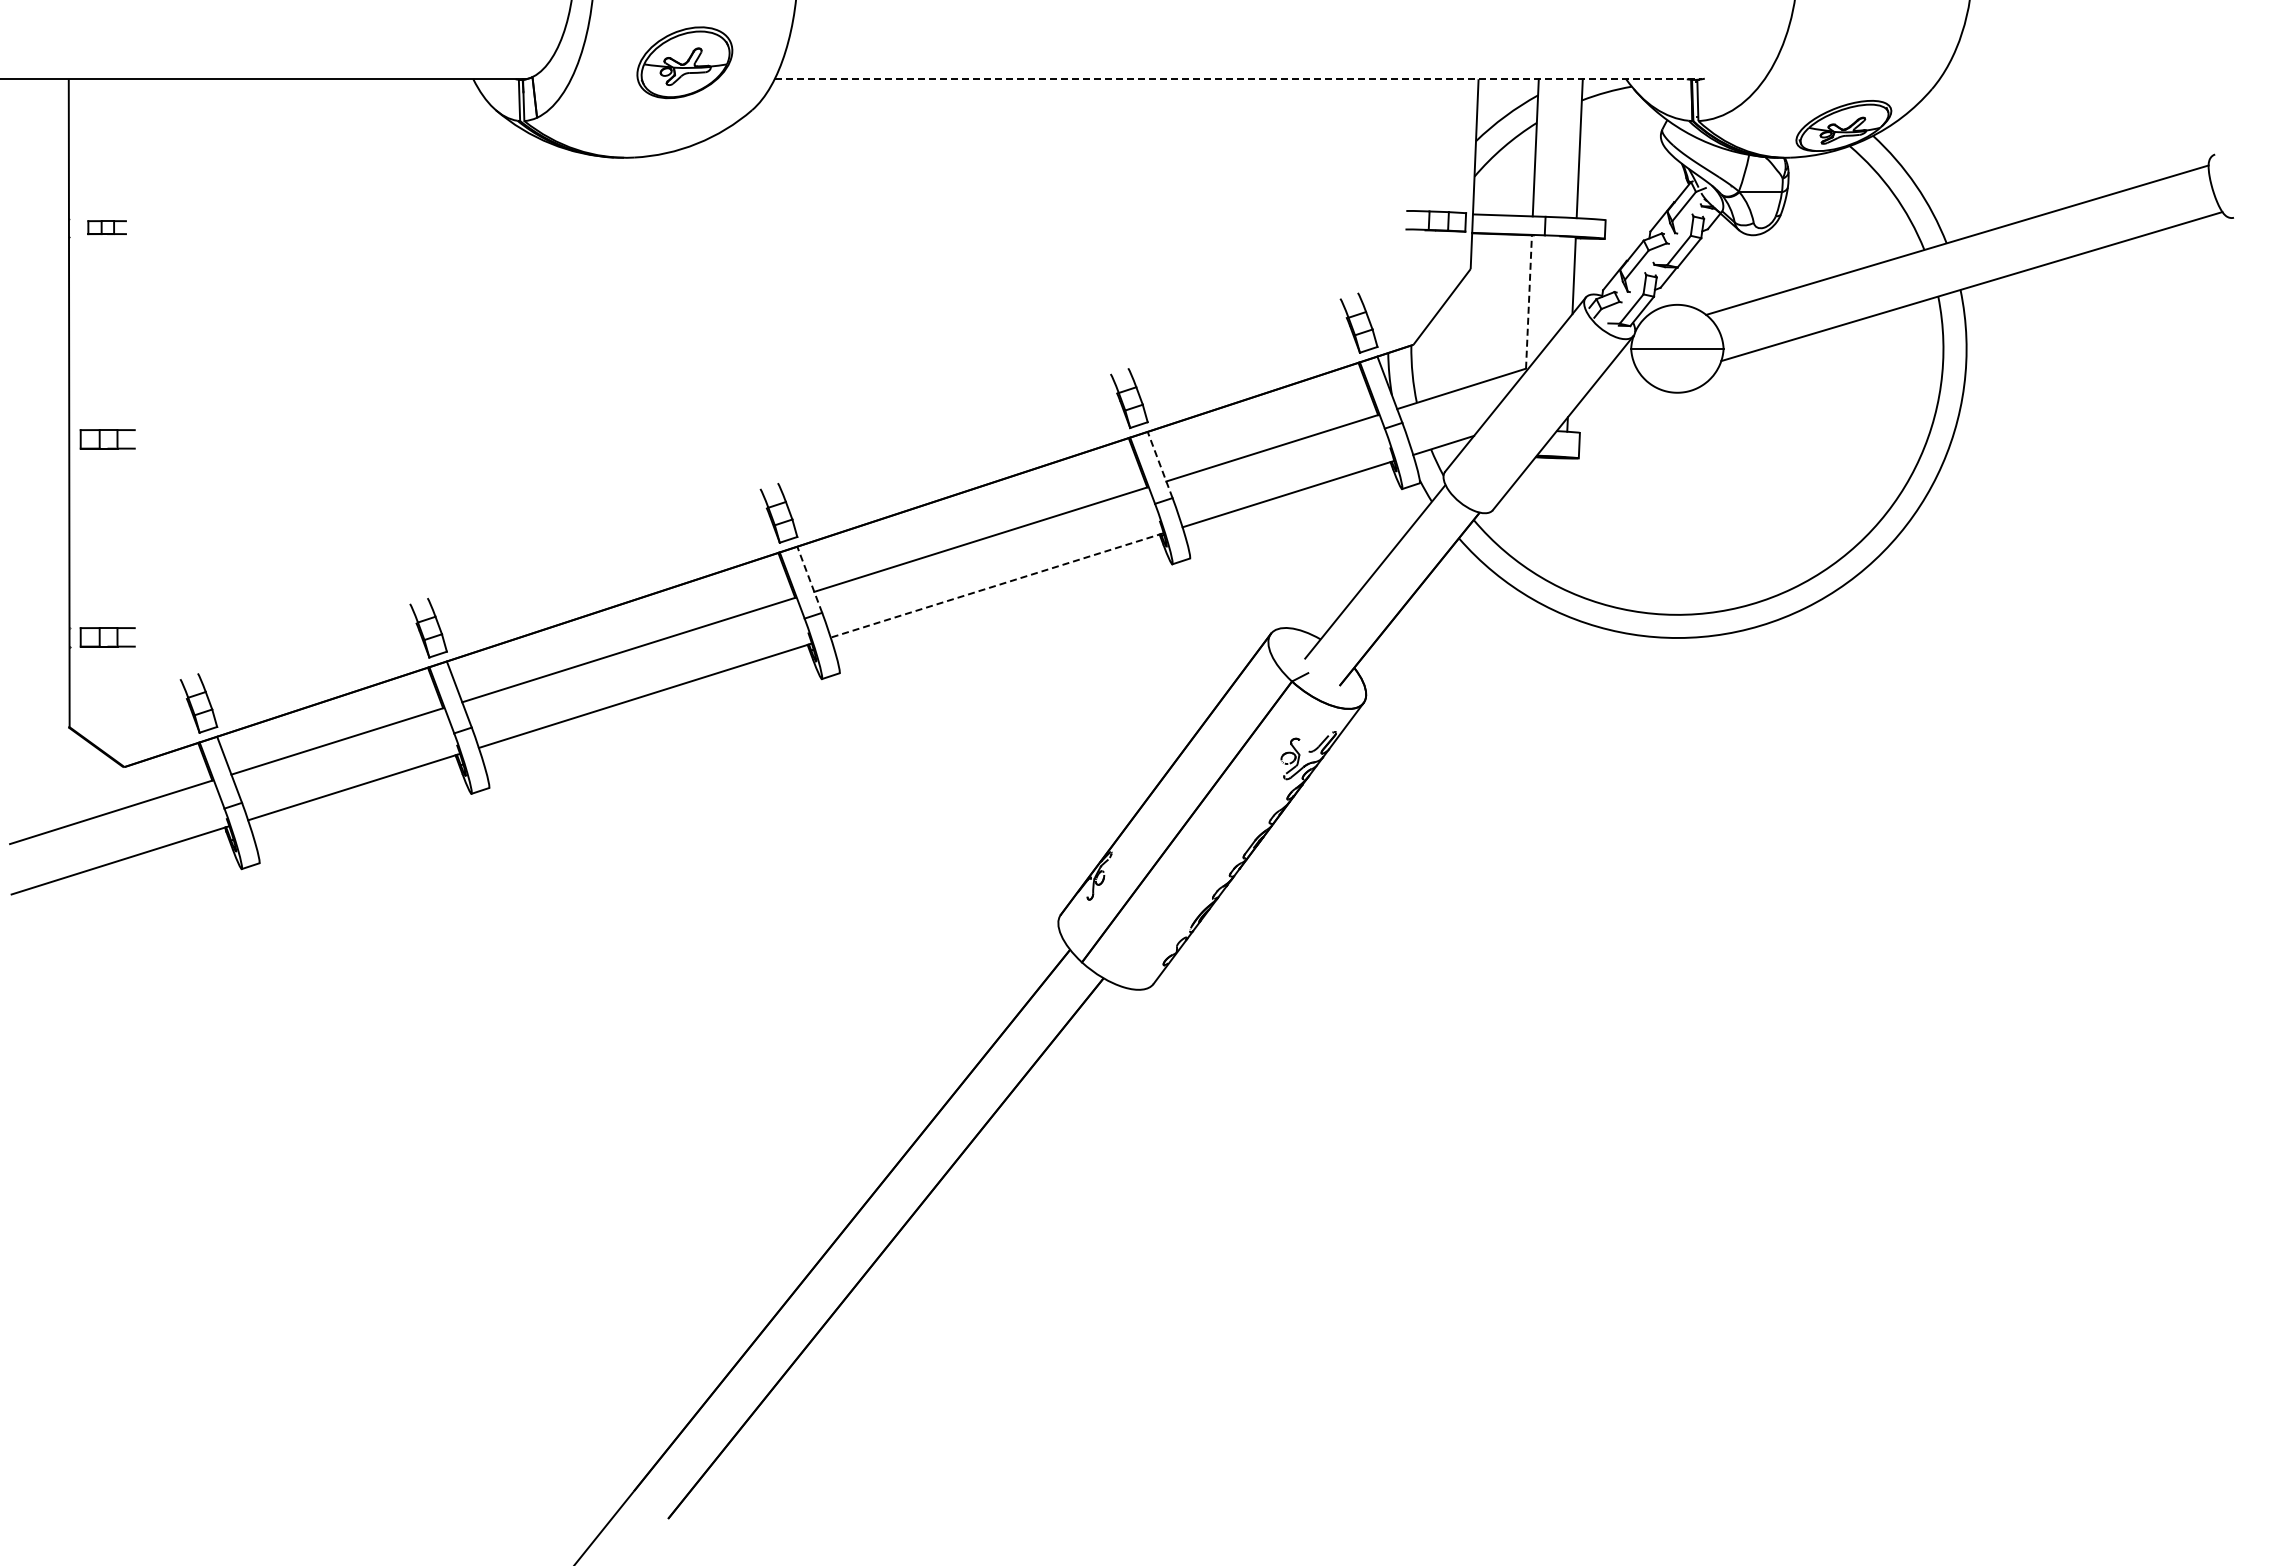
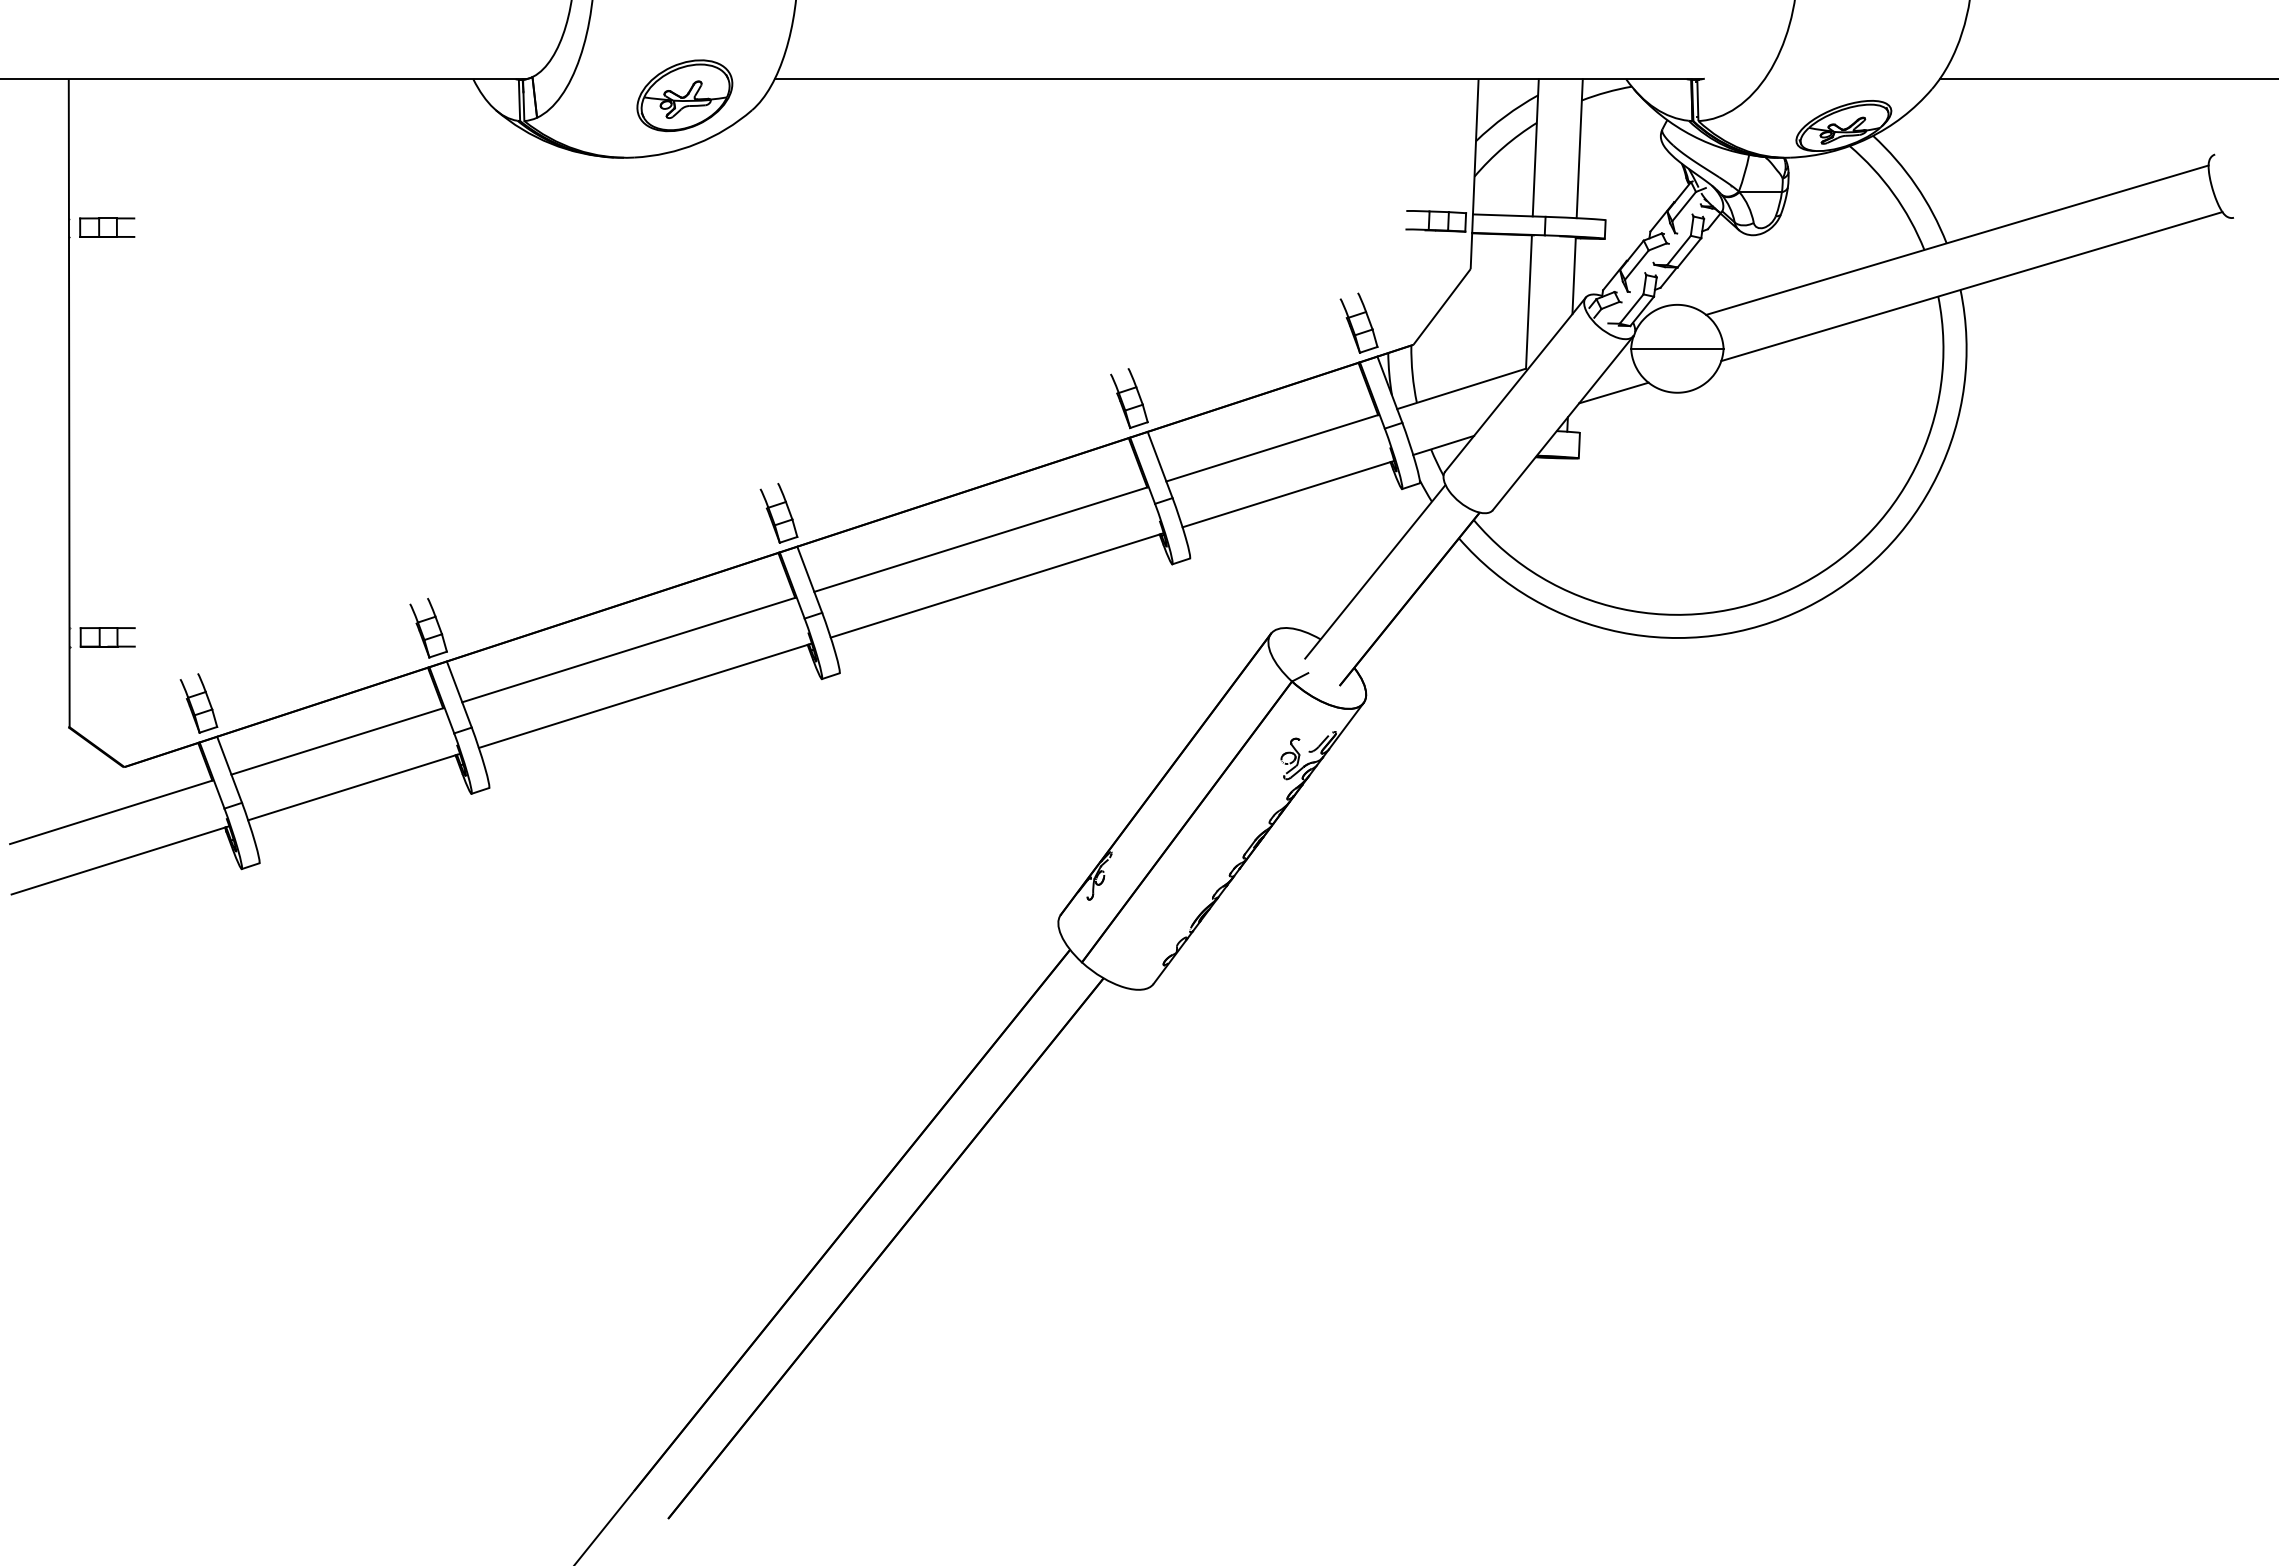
part at (684, 62) position: (684, 62) -> (684, 95)
line at (1238, 79): dashed -> solid
line at (2107, 79): none -> present
part at (106, 227) size: 40x16 px -> 57x21 px
line at (1528, 302): dashed -> solid
line at (1613, 392): none -> present
part at (107, 439): present -> none
line at (1159, 464): dashed -> solid
line at (809, 579): dashed -> solid
line at (996, 585): dashed -> solid
